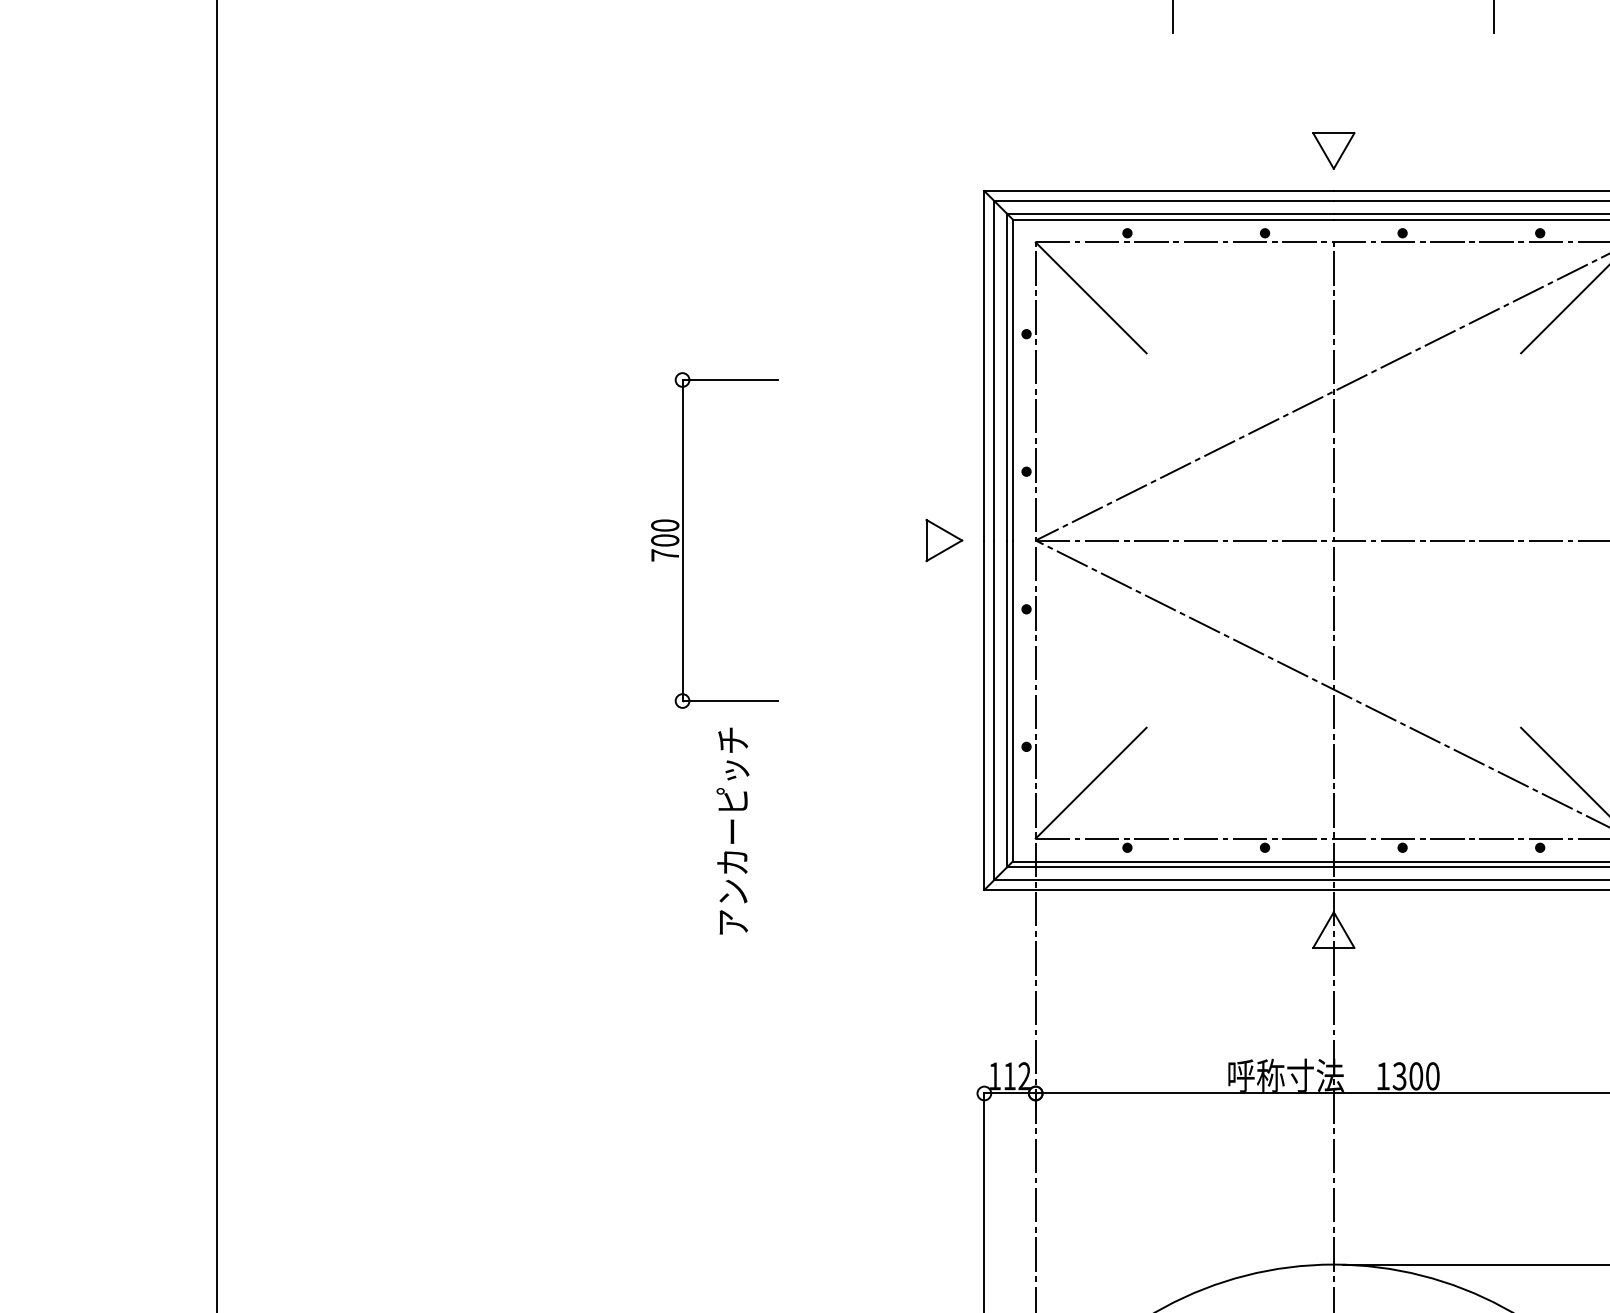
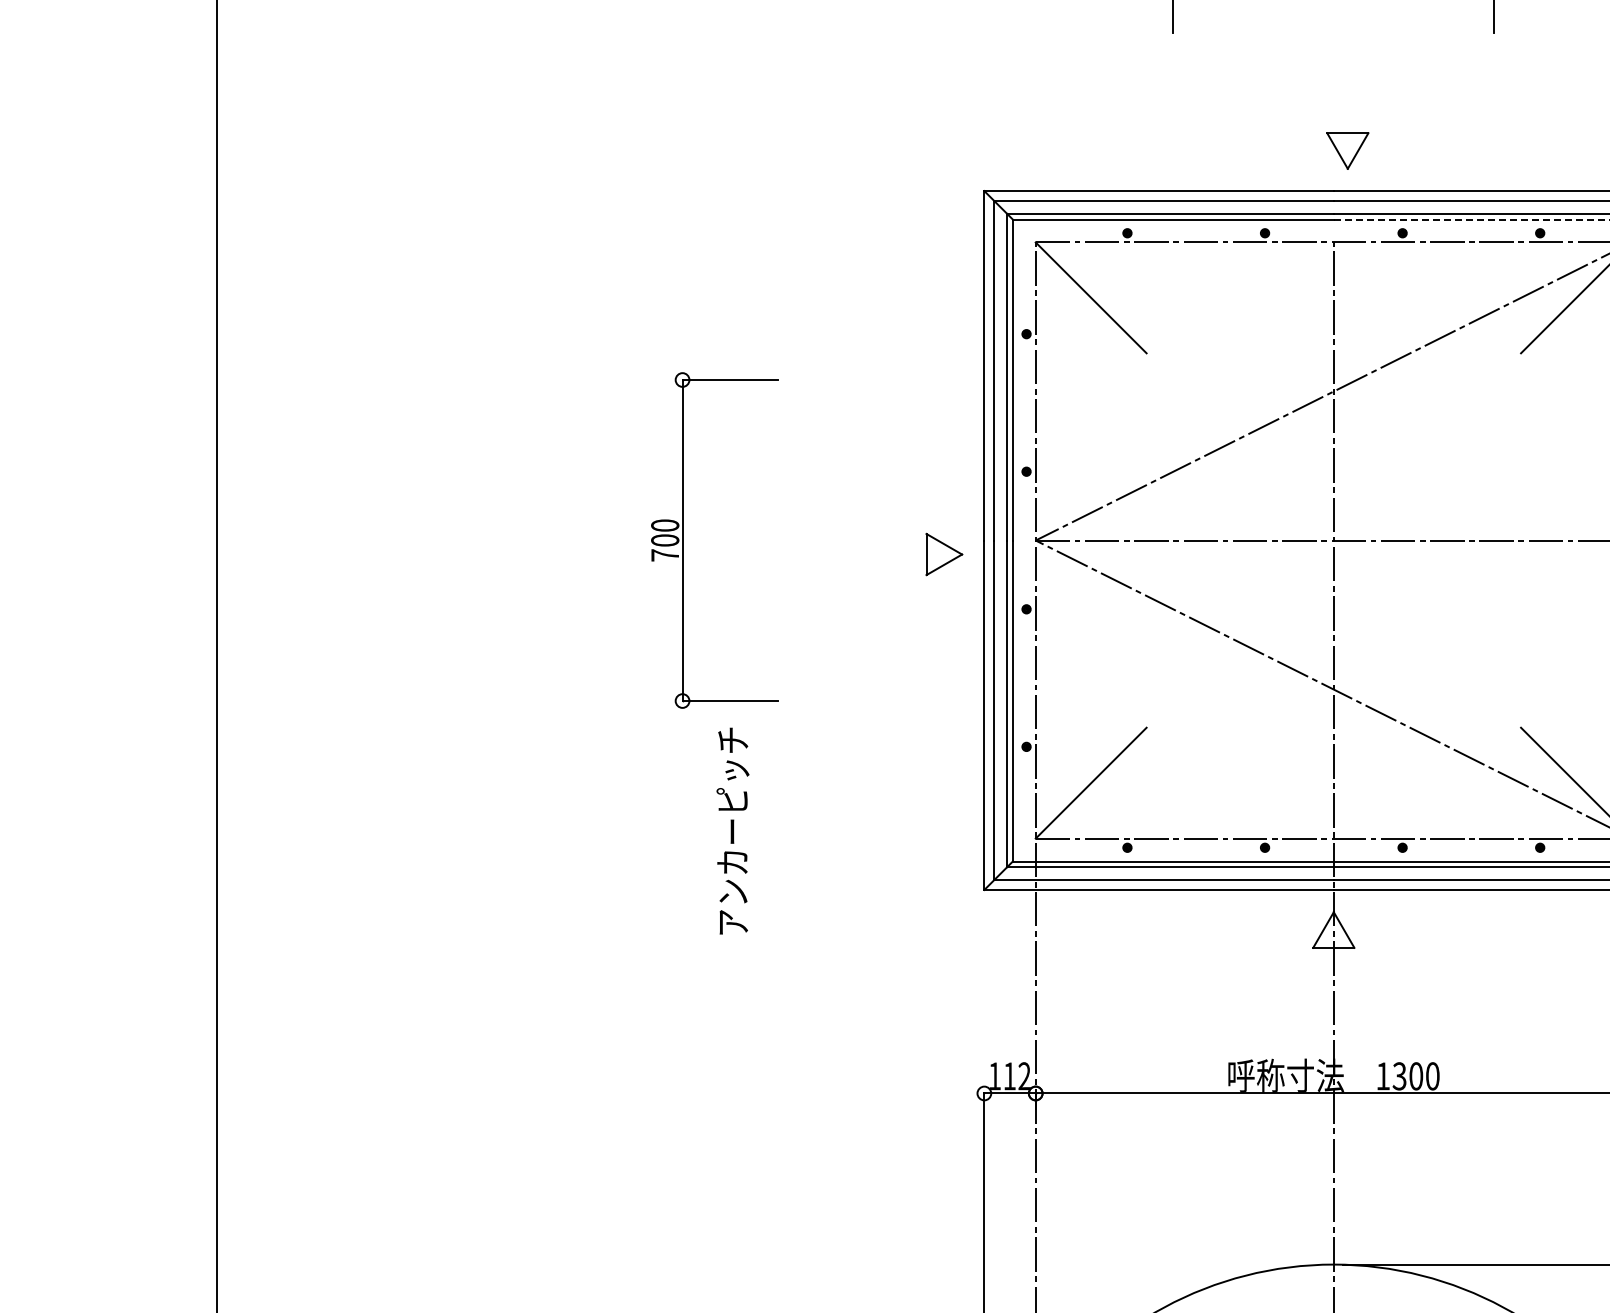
part at (1333, 150) position: (1333, 150) -> (1347, 150)
line at (1472, 219): solid -> dashed
part at (944, 540) position: (944, 540) -> (944, 554)
